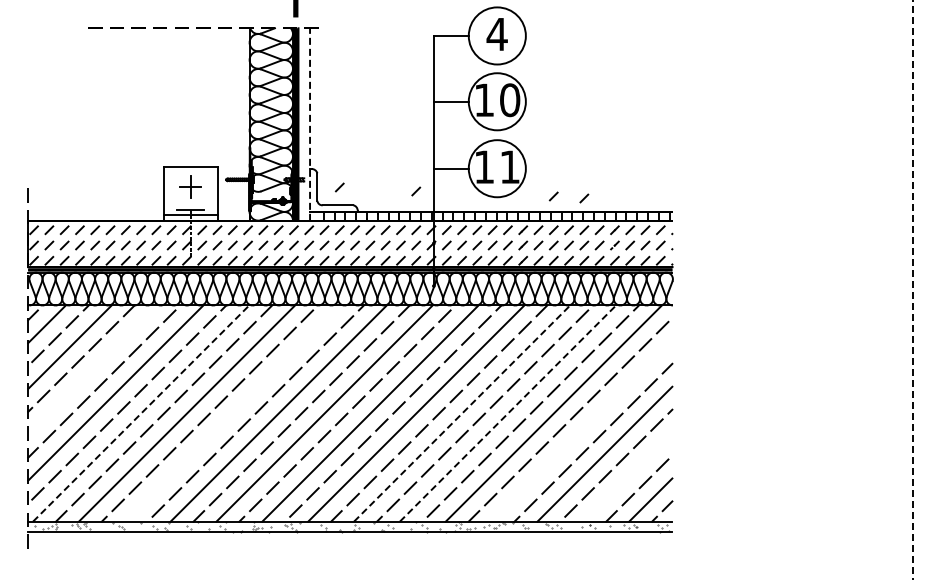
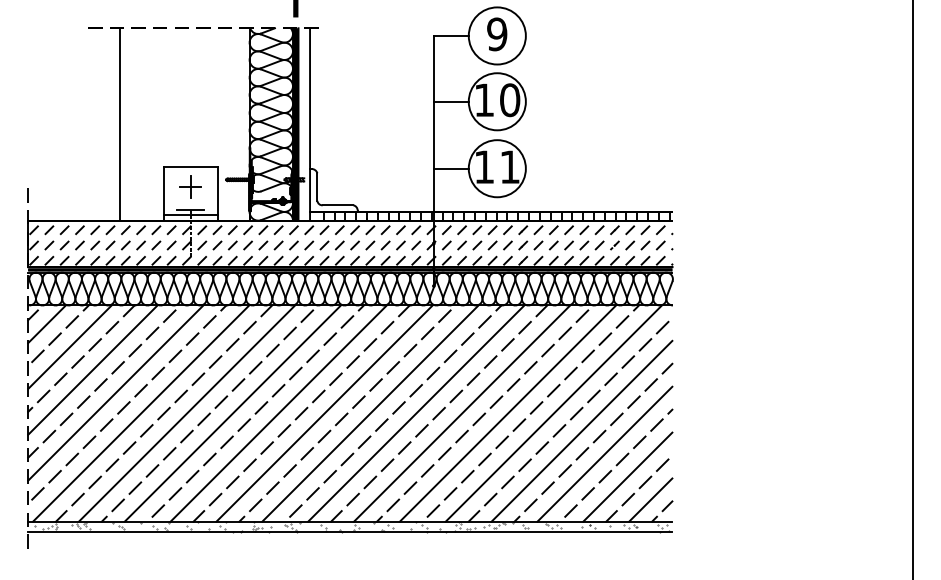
text at (496, 34): 4 -> 9
line at (120, 124): none -> present
line at (310, 124): dashed -> solid
line at (339, 187): present -> none
line at (416, 191): present -> none
line at (553, 196): present -> none
line at (584, 198): present -> none
line at (912, 289): dashed -> solid
line at (92, 369): none -> present
line at (141, 413): dashed -> solid
line at (232, 413): none -> present
line at (462, 413): dashed -> solid
line at (508, 413): dashed -> solid
line at (581, 430): none -> present
line at (627, 476): none -> present
